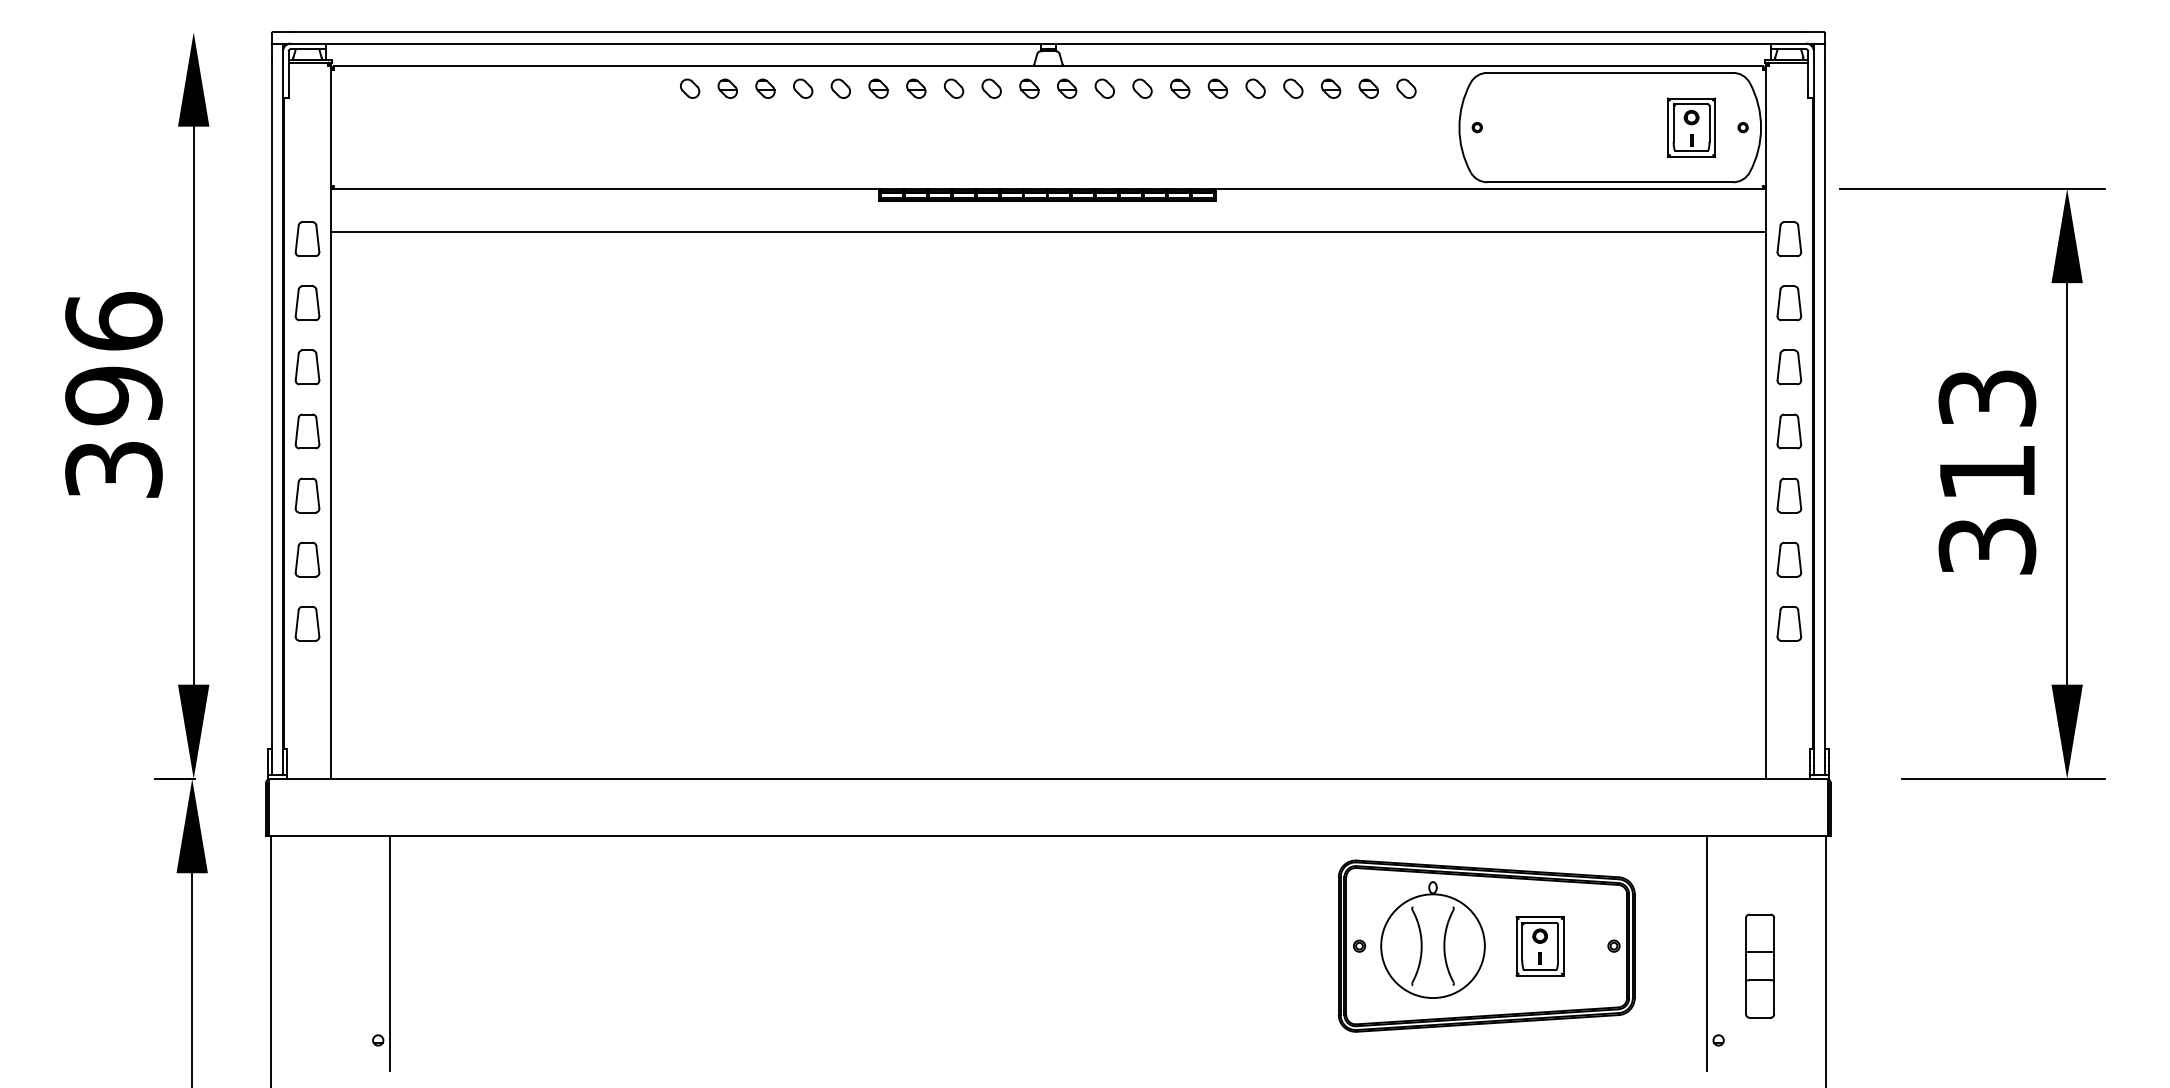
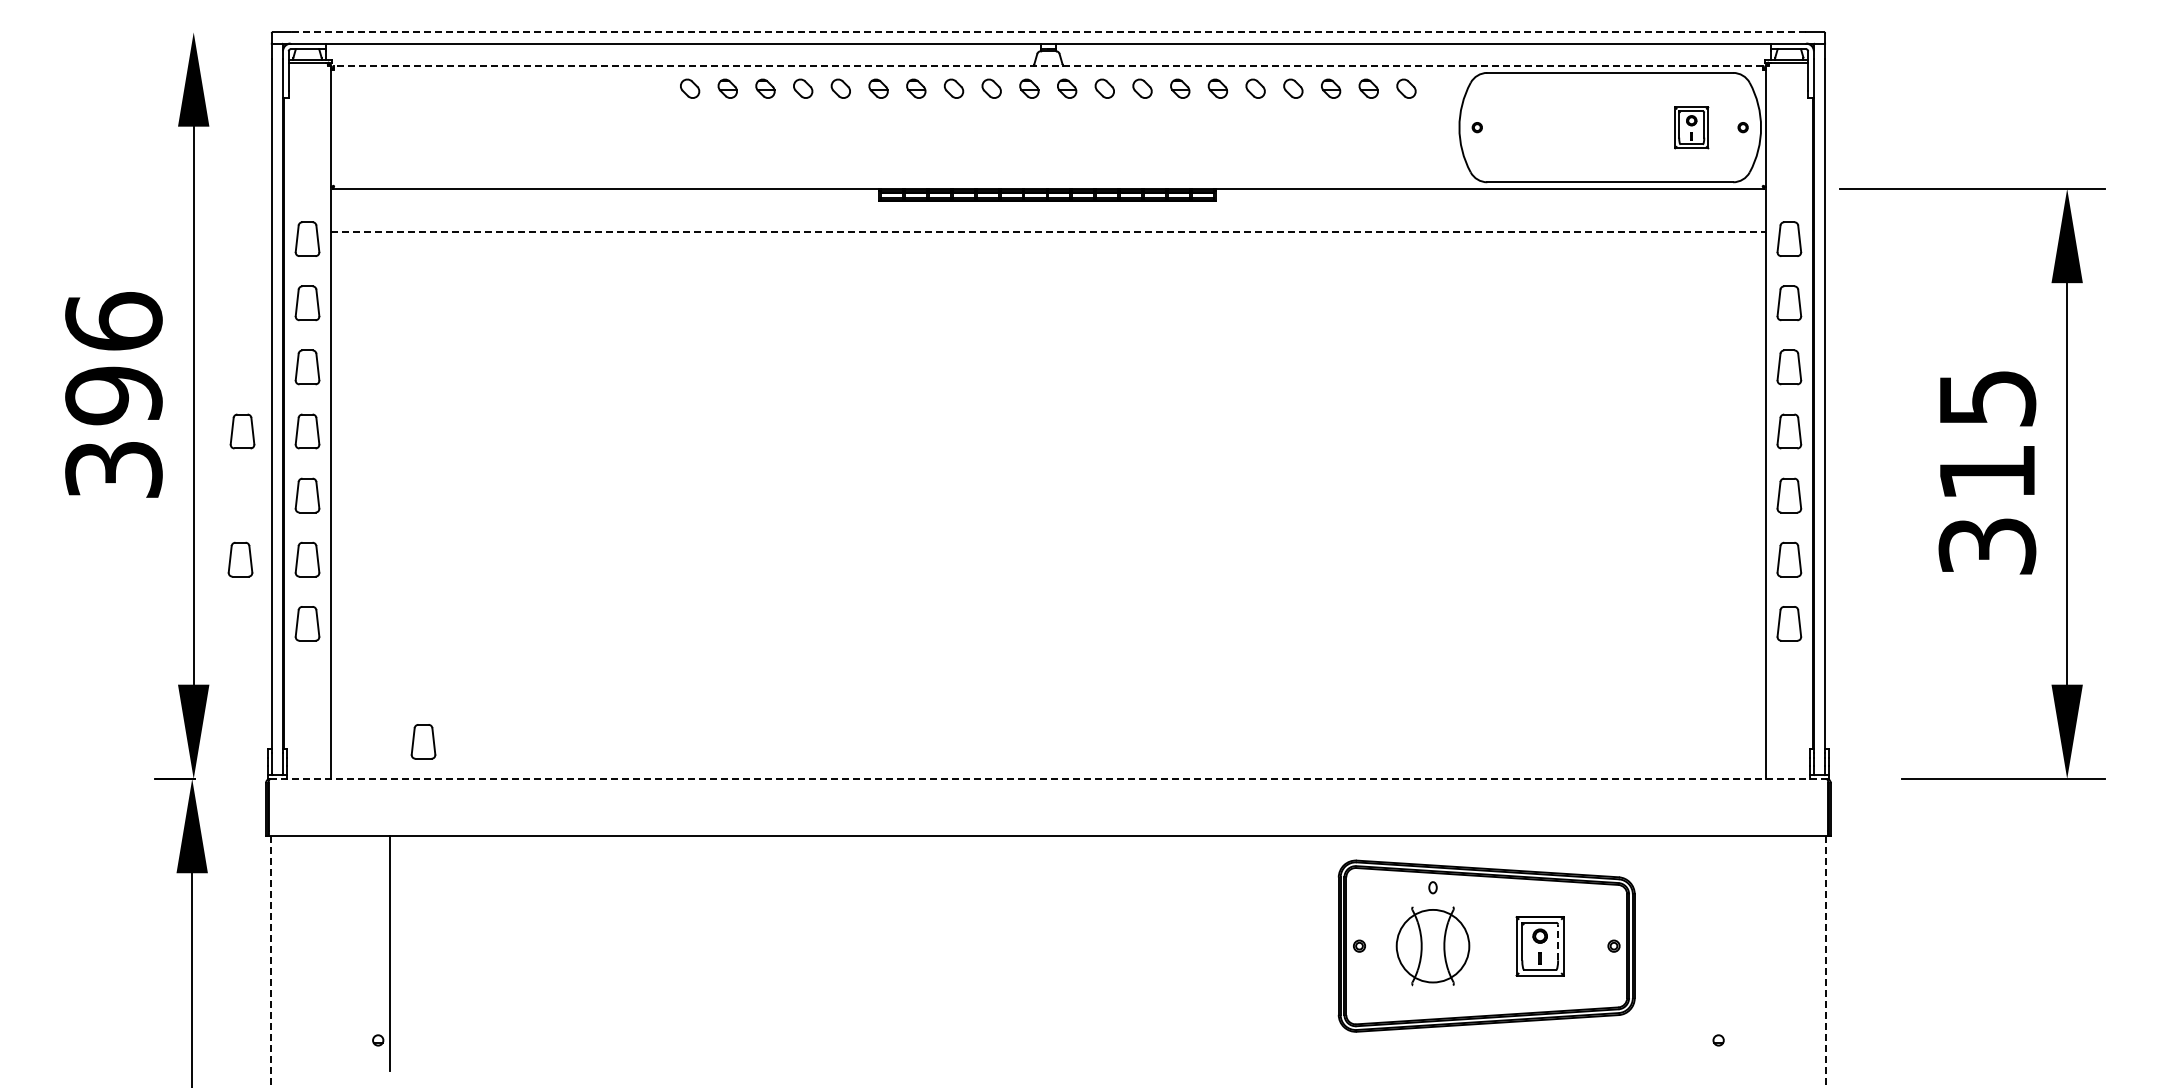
line at (1048, 32): solid -> dashed
line at (1047, 66): solid -> dashed
part at (1691, 127) size: 50x62 px -> 36x44 px
line at (1048, 232): solid -> dashed
text at (1987, 398): 313 -> 315
part at (242, 431): none -> present
part at (240, 559): none -> present
part at (423, 741): none -> present
line at (1048, 778): solid -> dashed
line at (1558, 942): solid -> dashed
circle at (1432, 946) diameter: 104 px -> 73 px
line at (1707, 952): present -> none
line at (270, 961): solid -> dashed
line at (1826, 961): solid -> dashed
part at (1760, 965): present -> none
